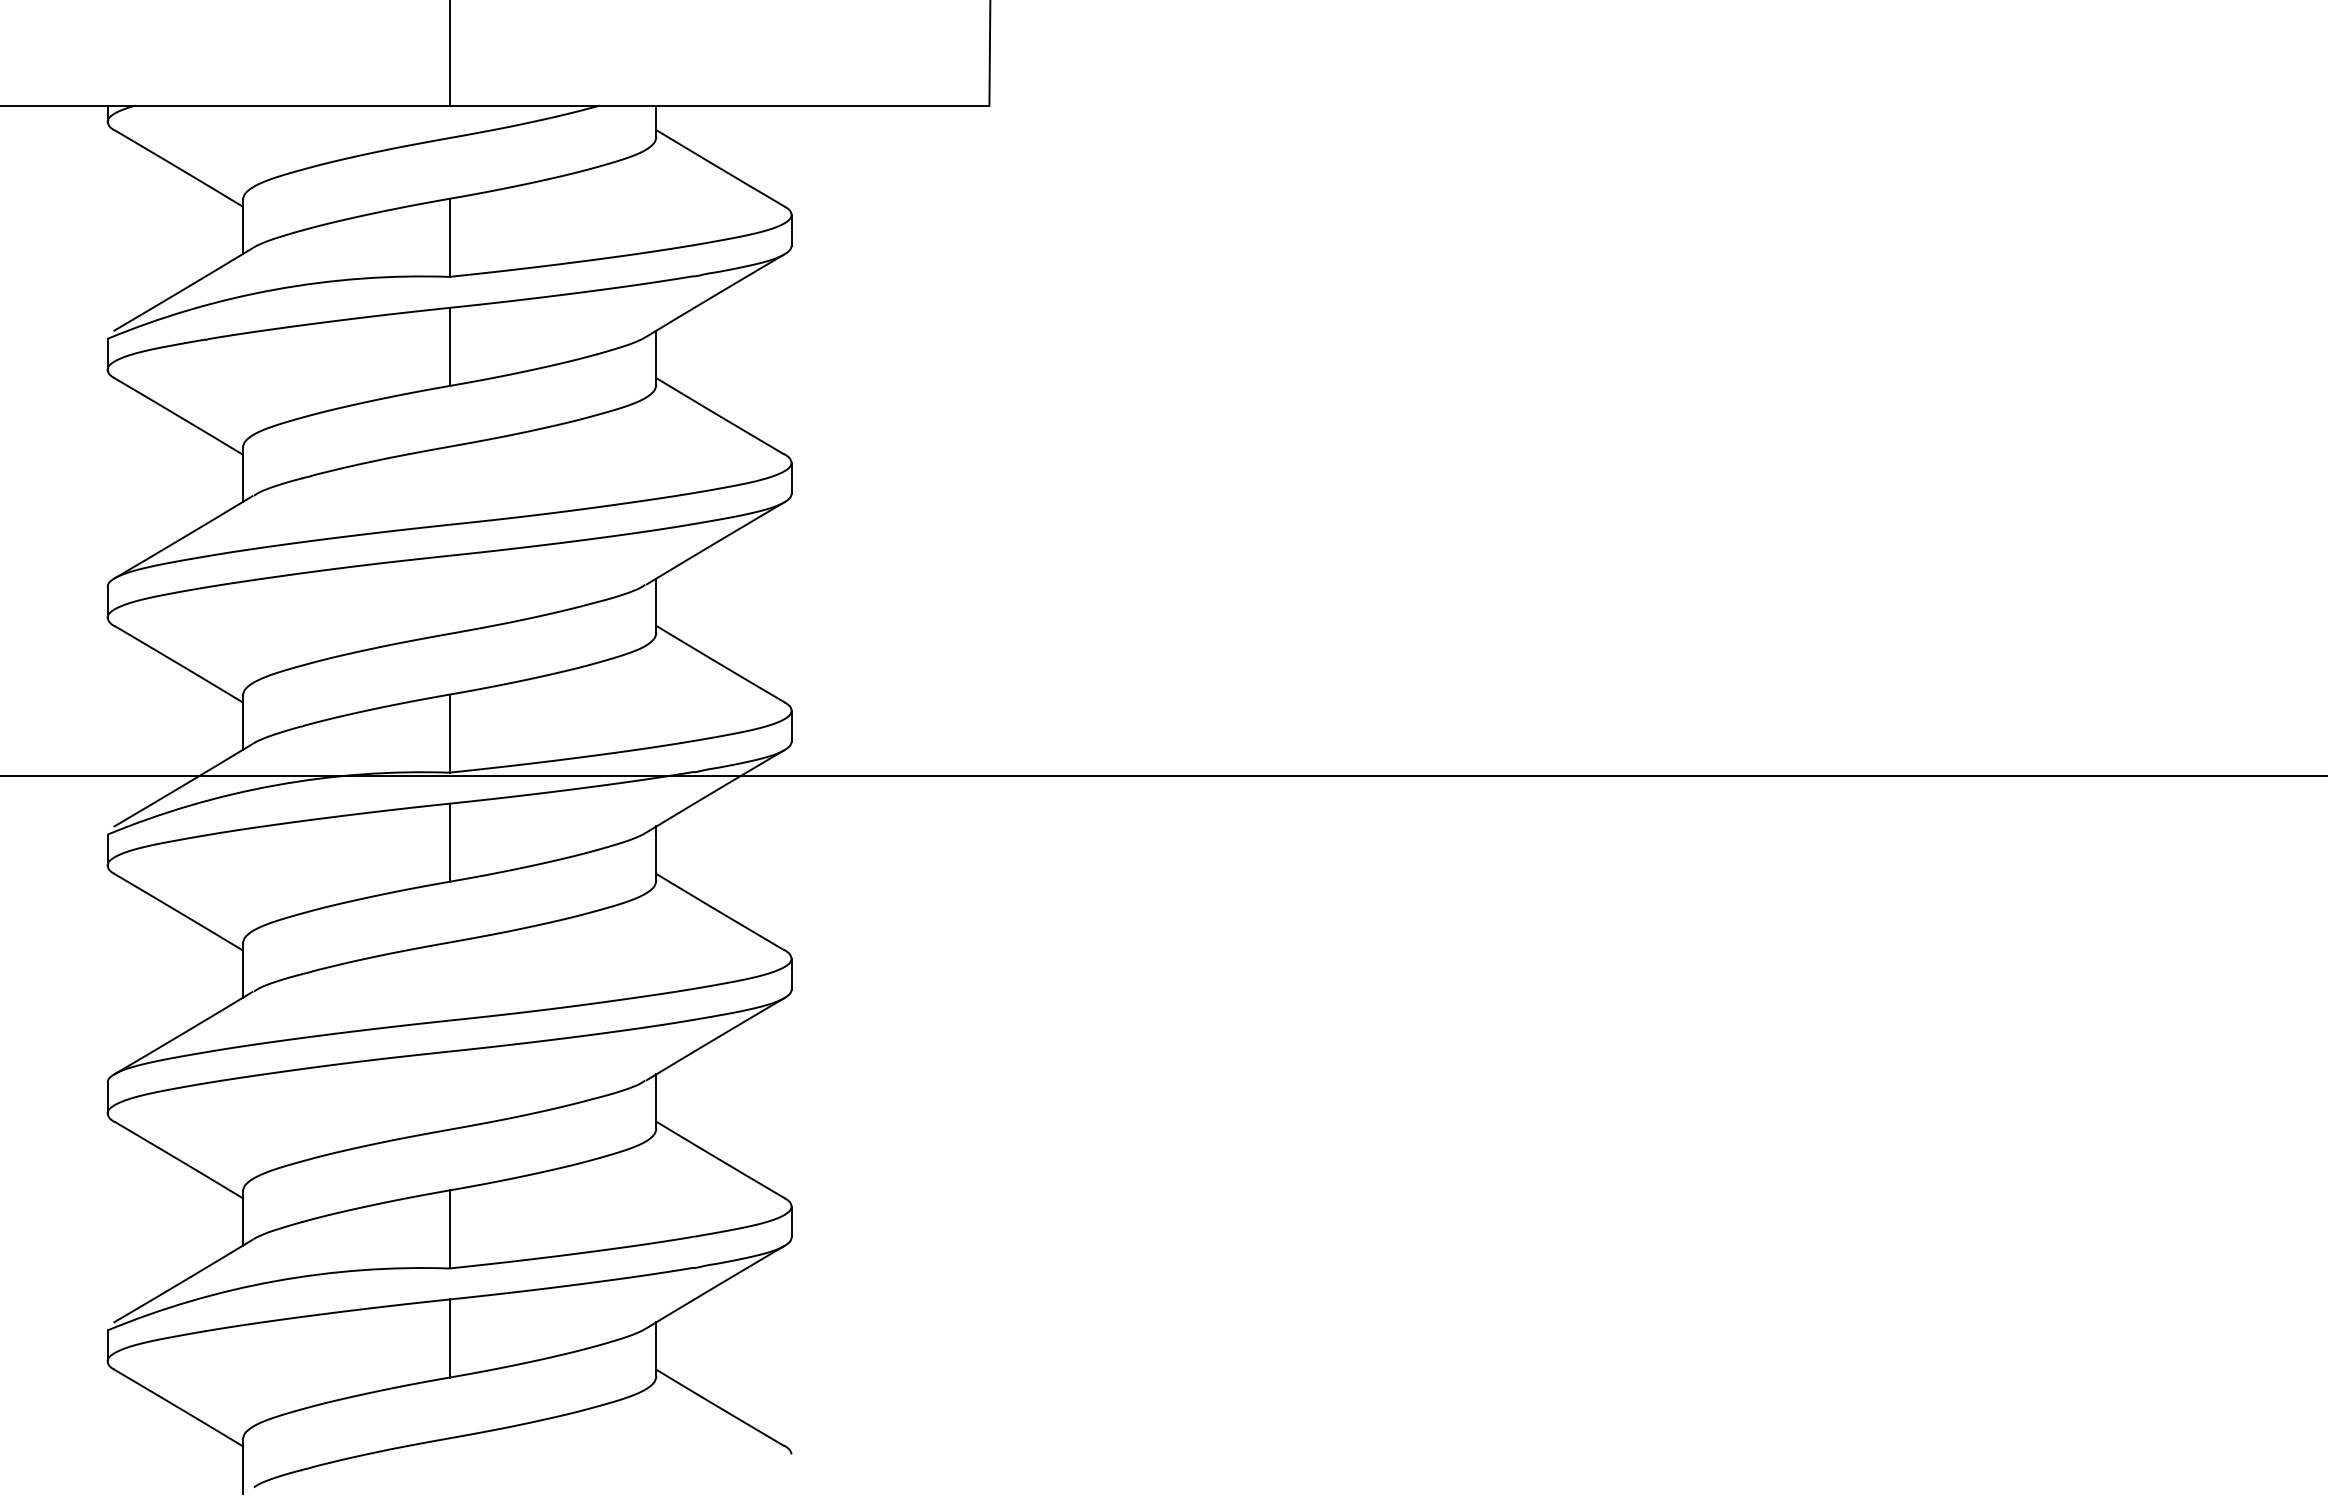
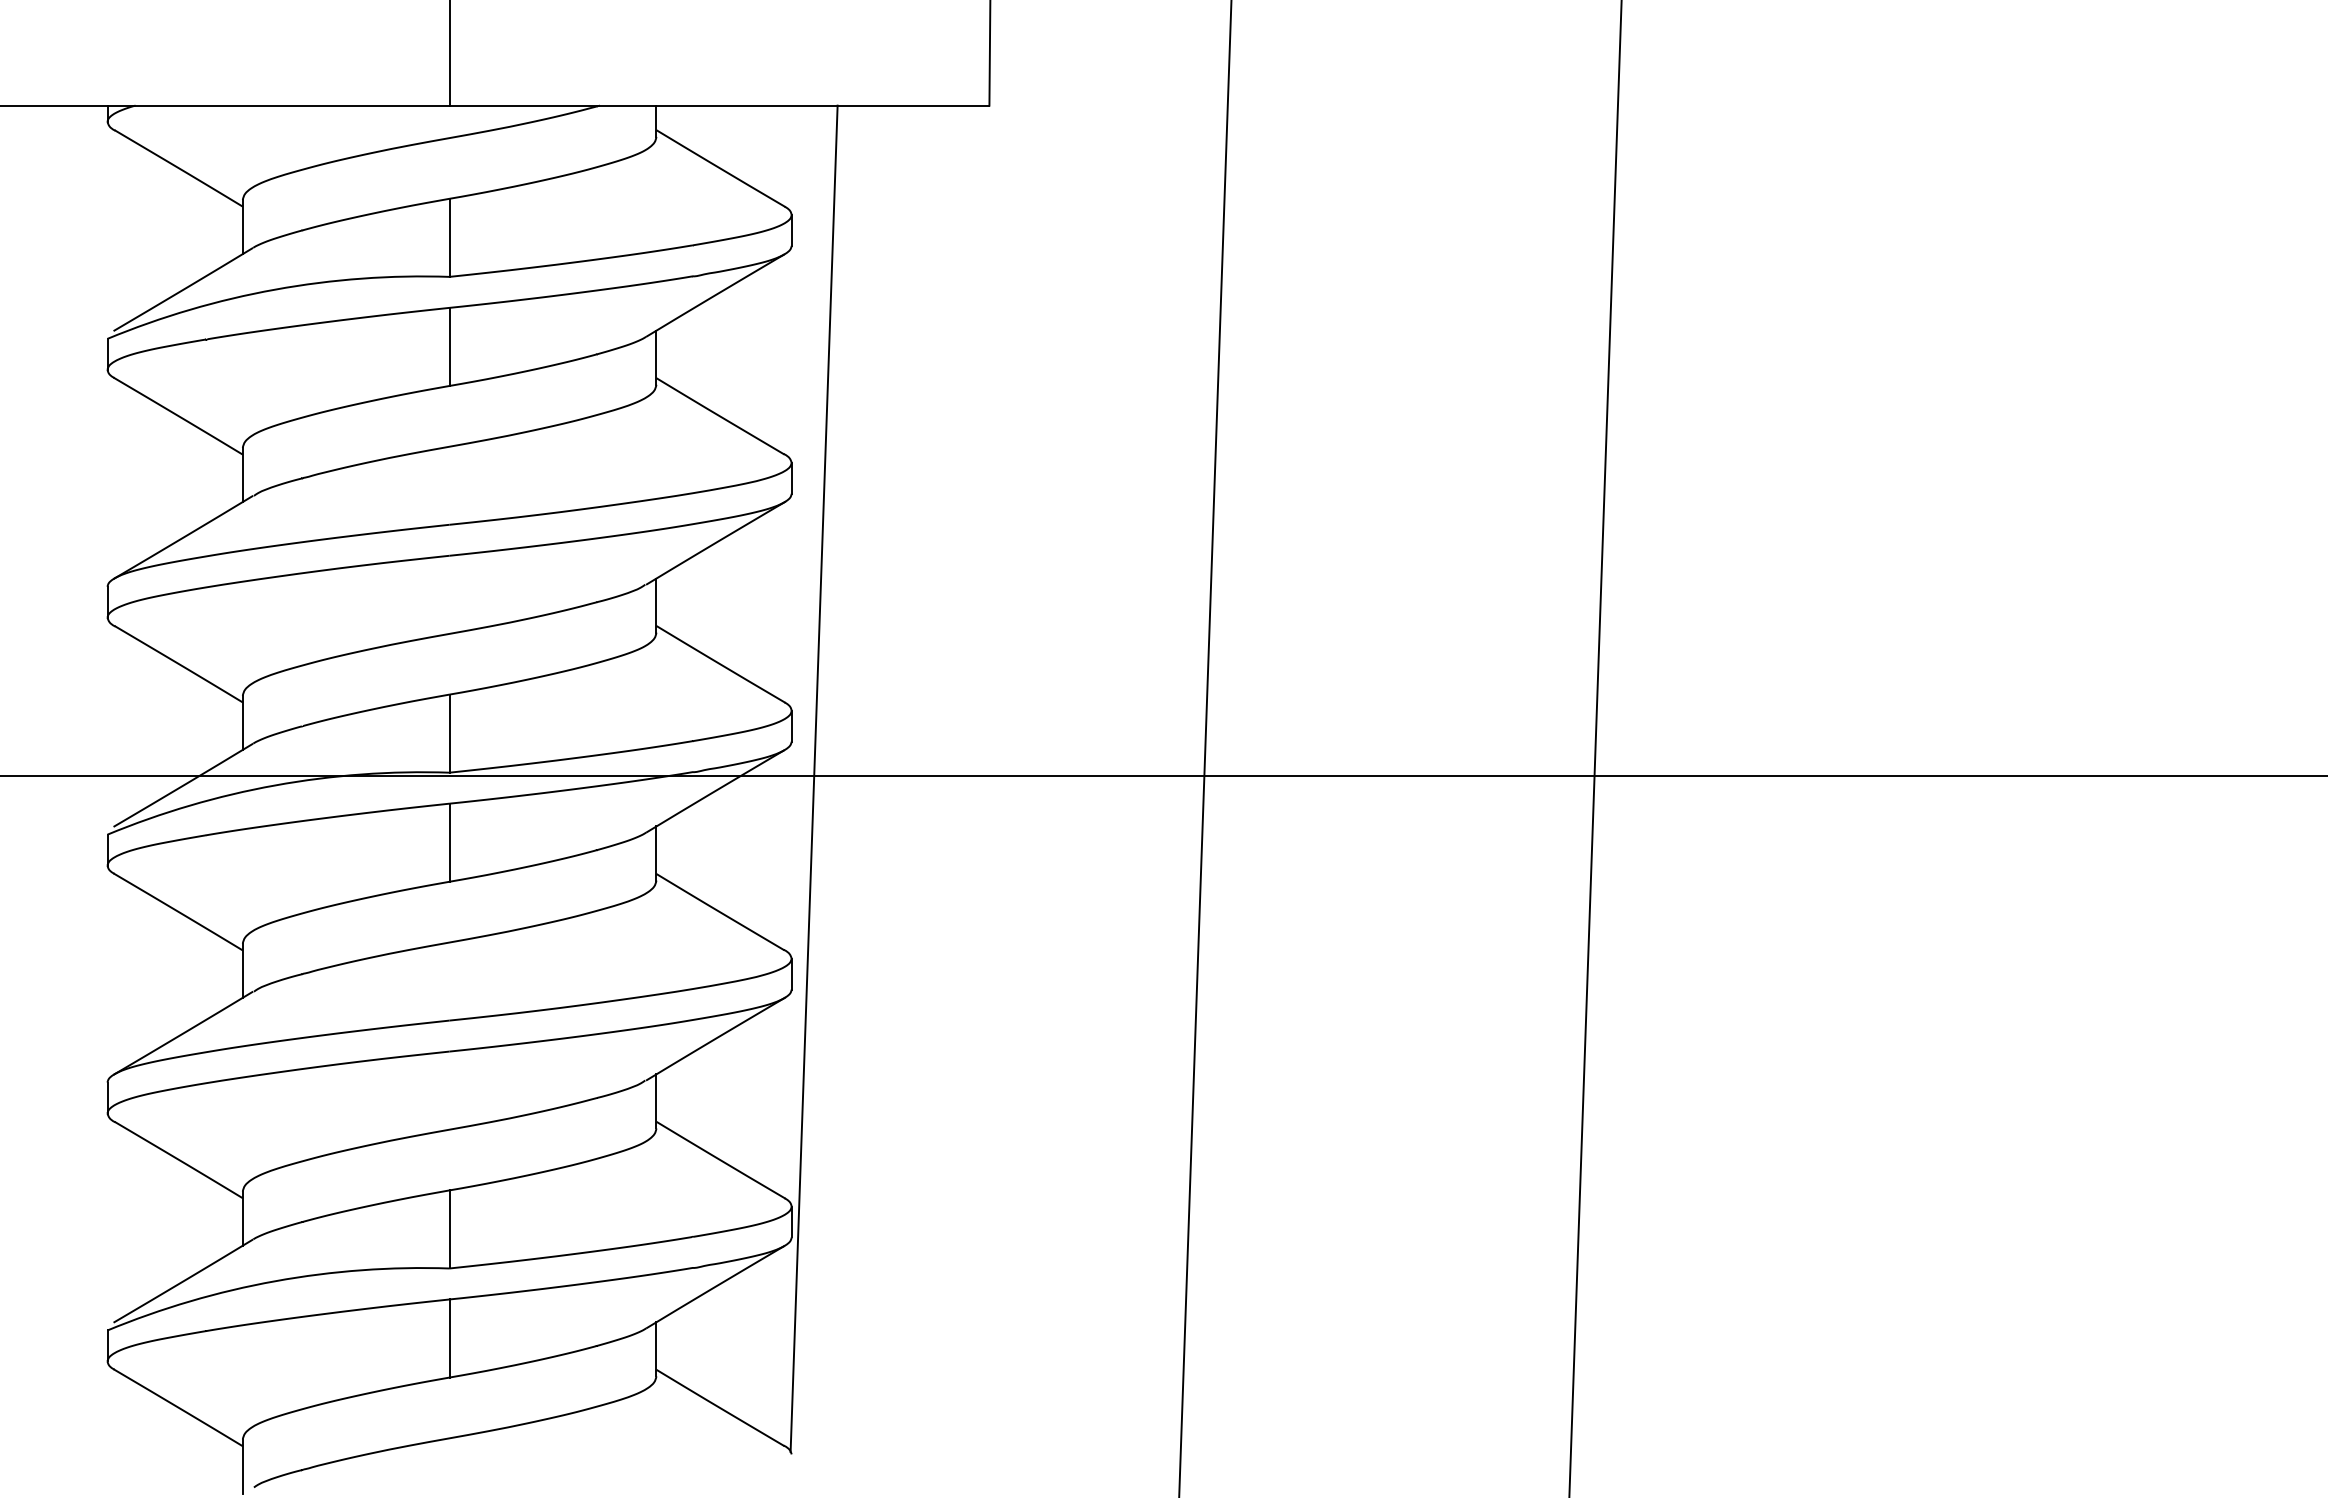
line at (1205, 748): none -> present
line at (1595, 748): none -> present
line at (813, 778): none -> present
